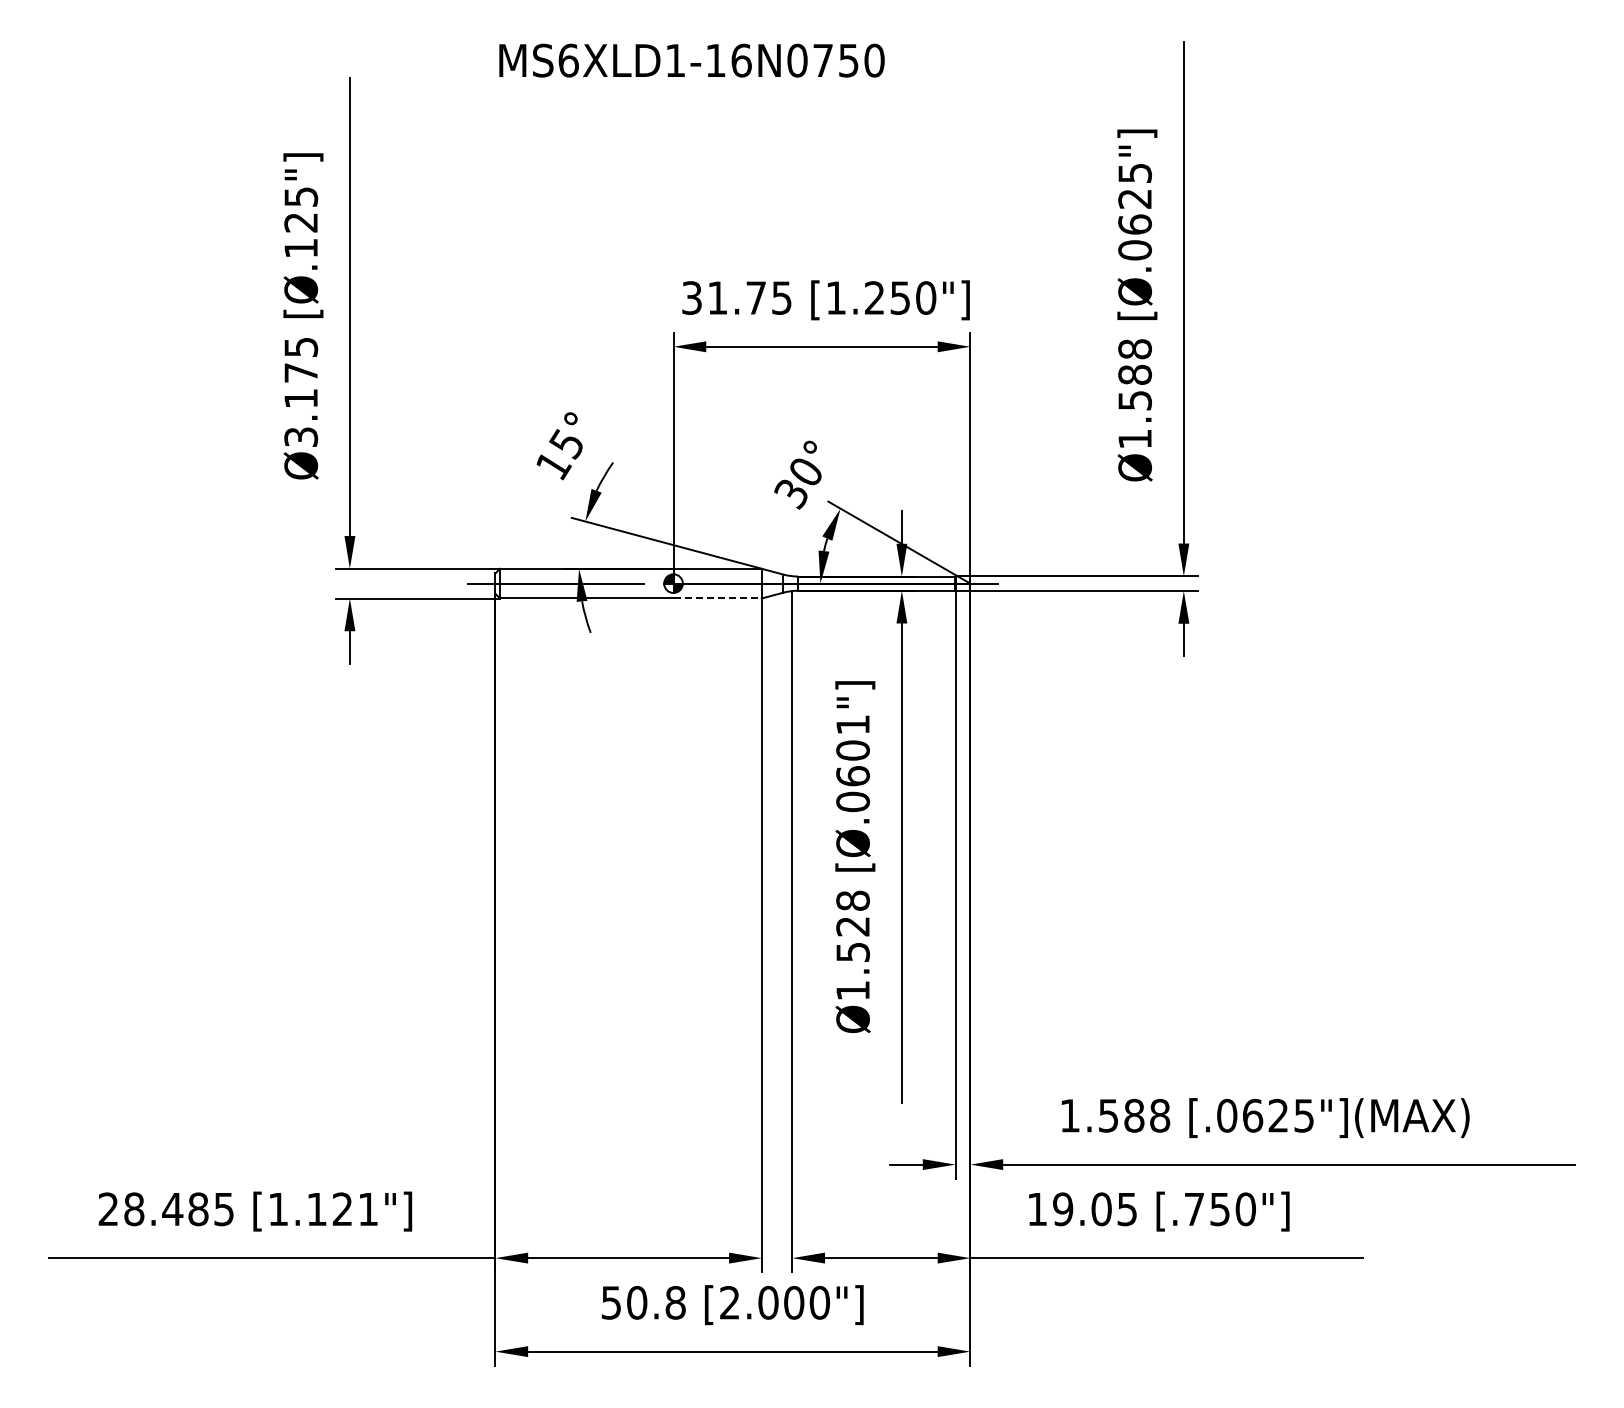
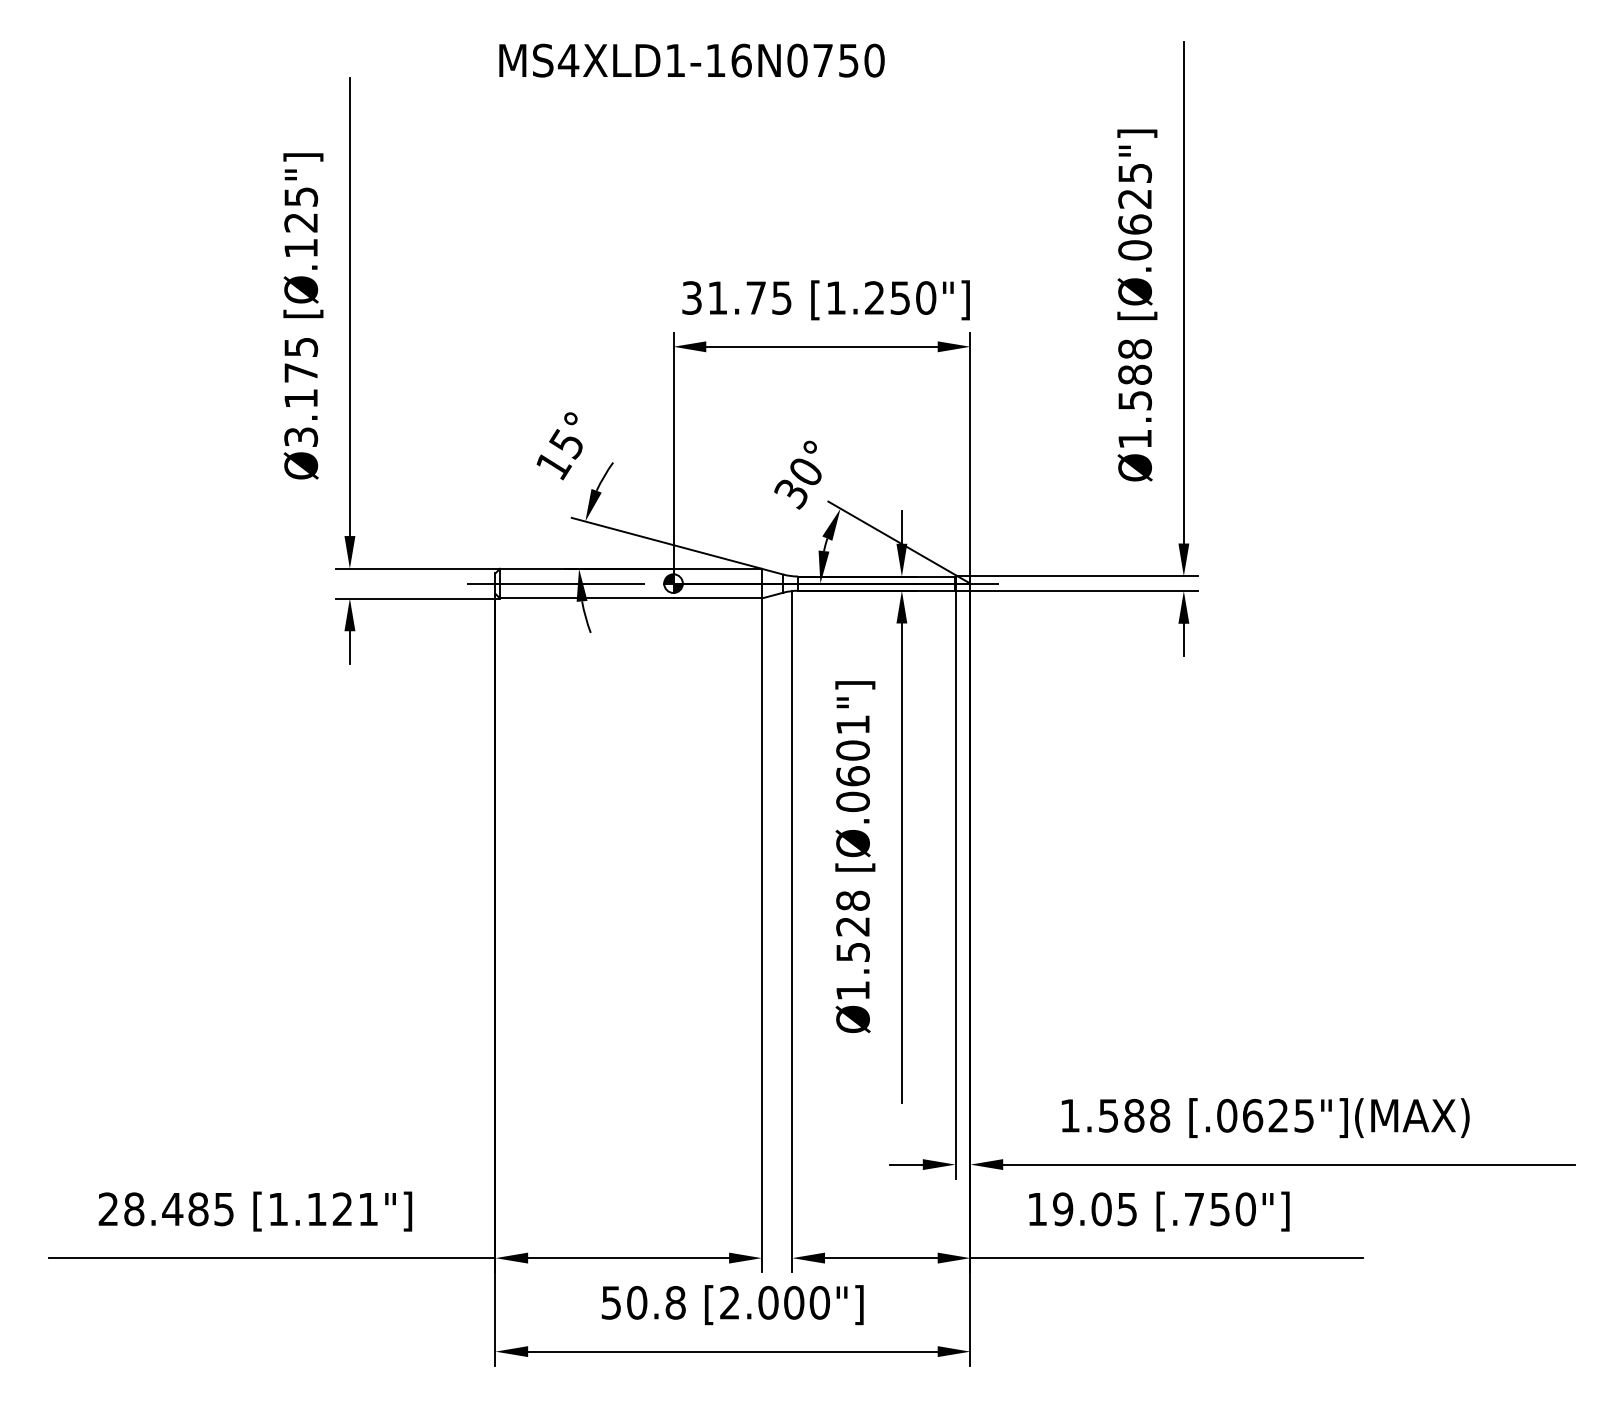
text at (568, 60): MS6XLD1-16N0750 -> MS4XLD1-16N0750
line at (718, 598): dashed -> solid
